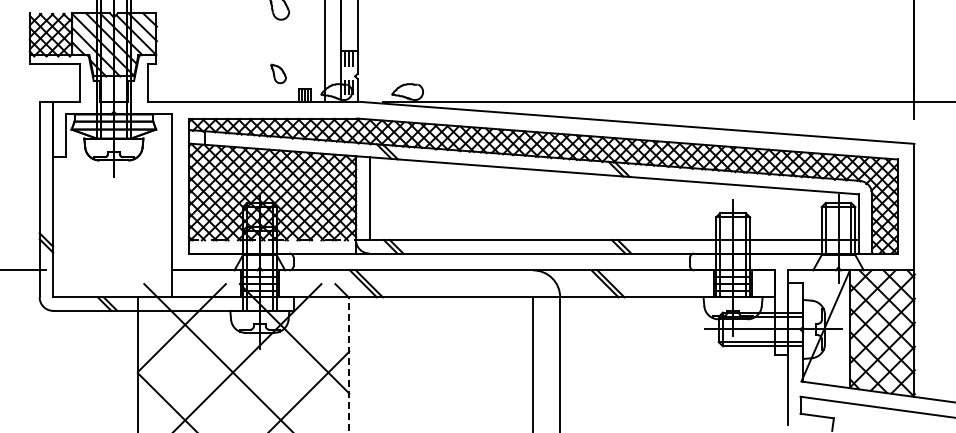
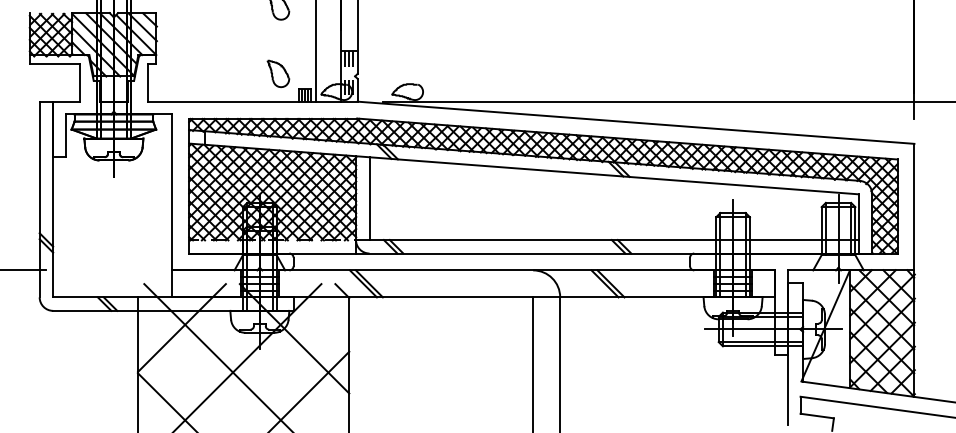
line at (324, 51) position: (324, 51) -> (315, 51)
part at (278, 73) size: 17x22 px -> 25x30 px
line at (349, 364): dashed -> solid
